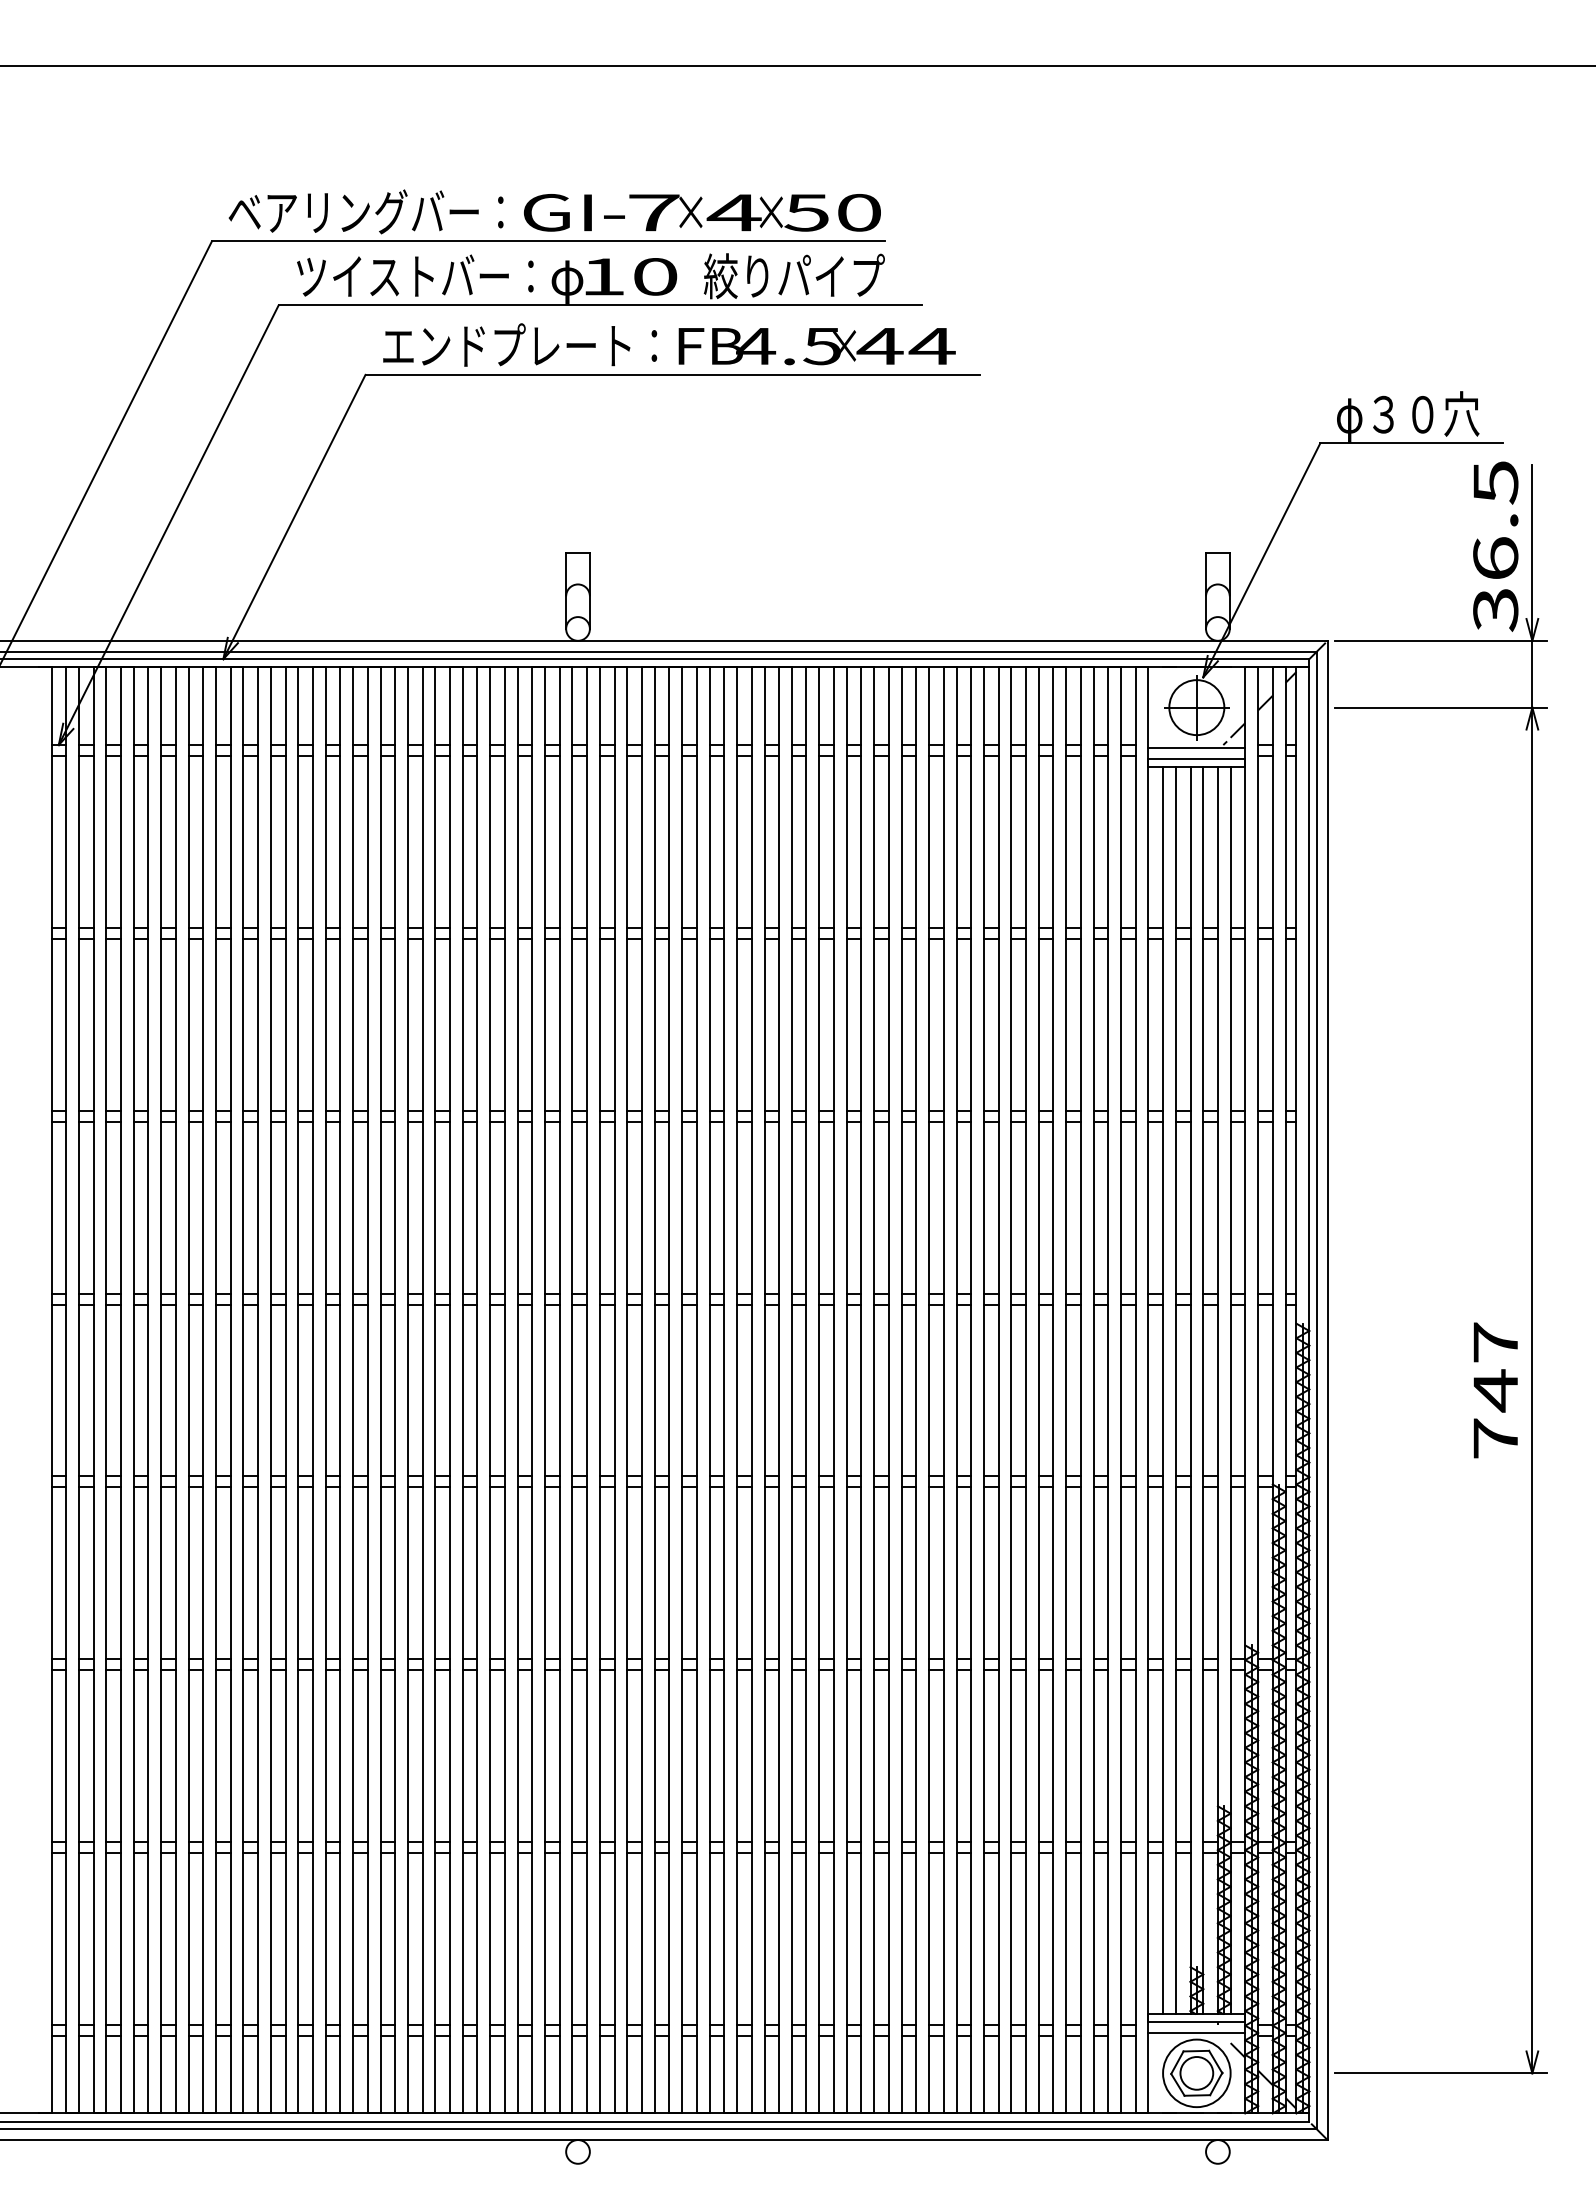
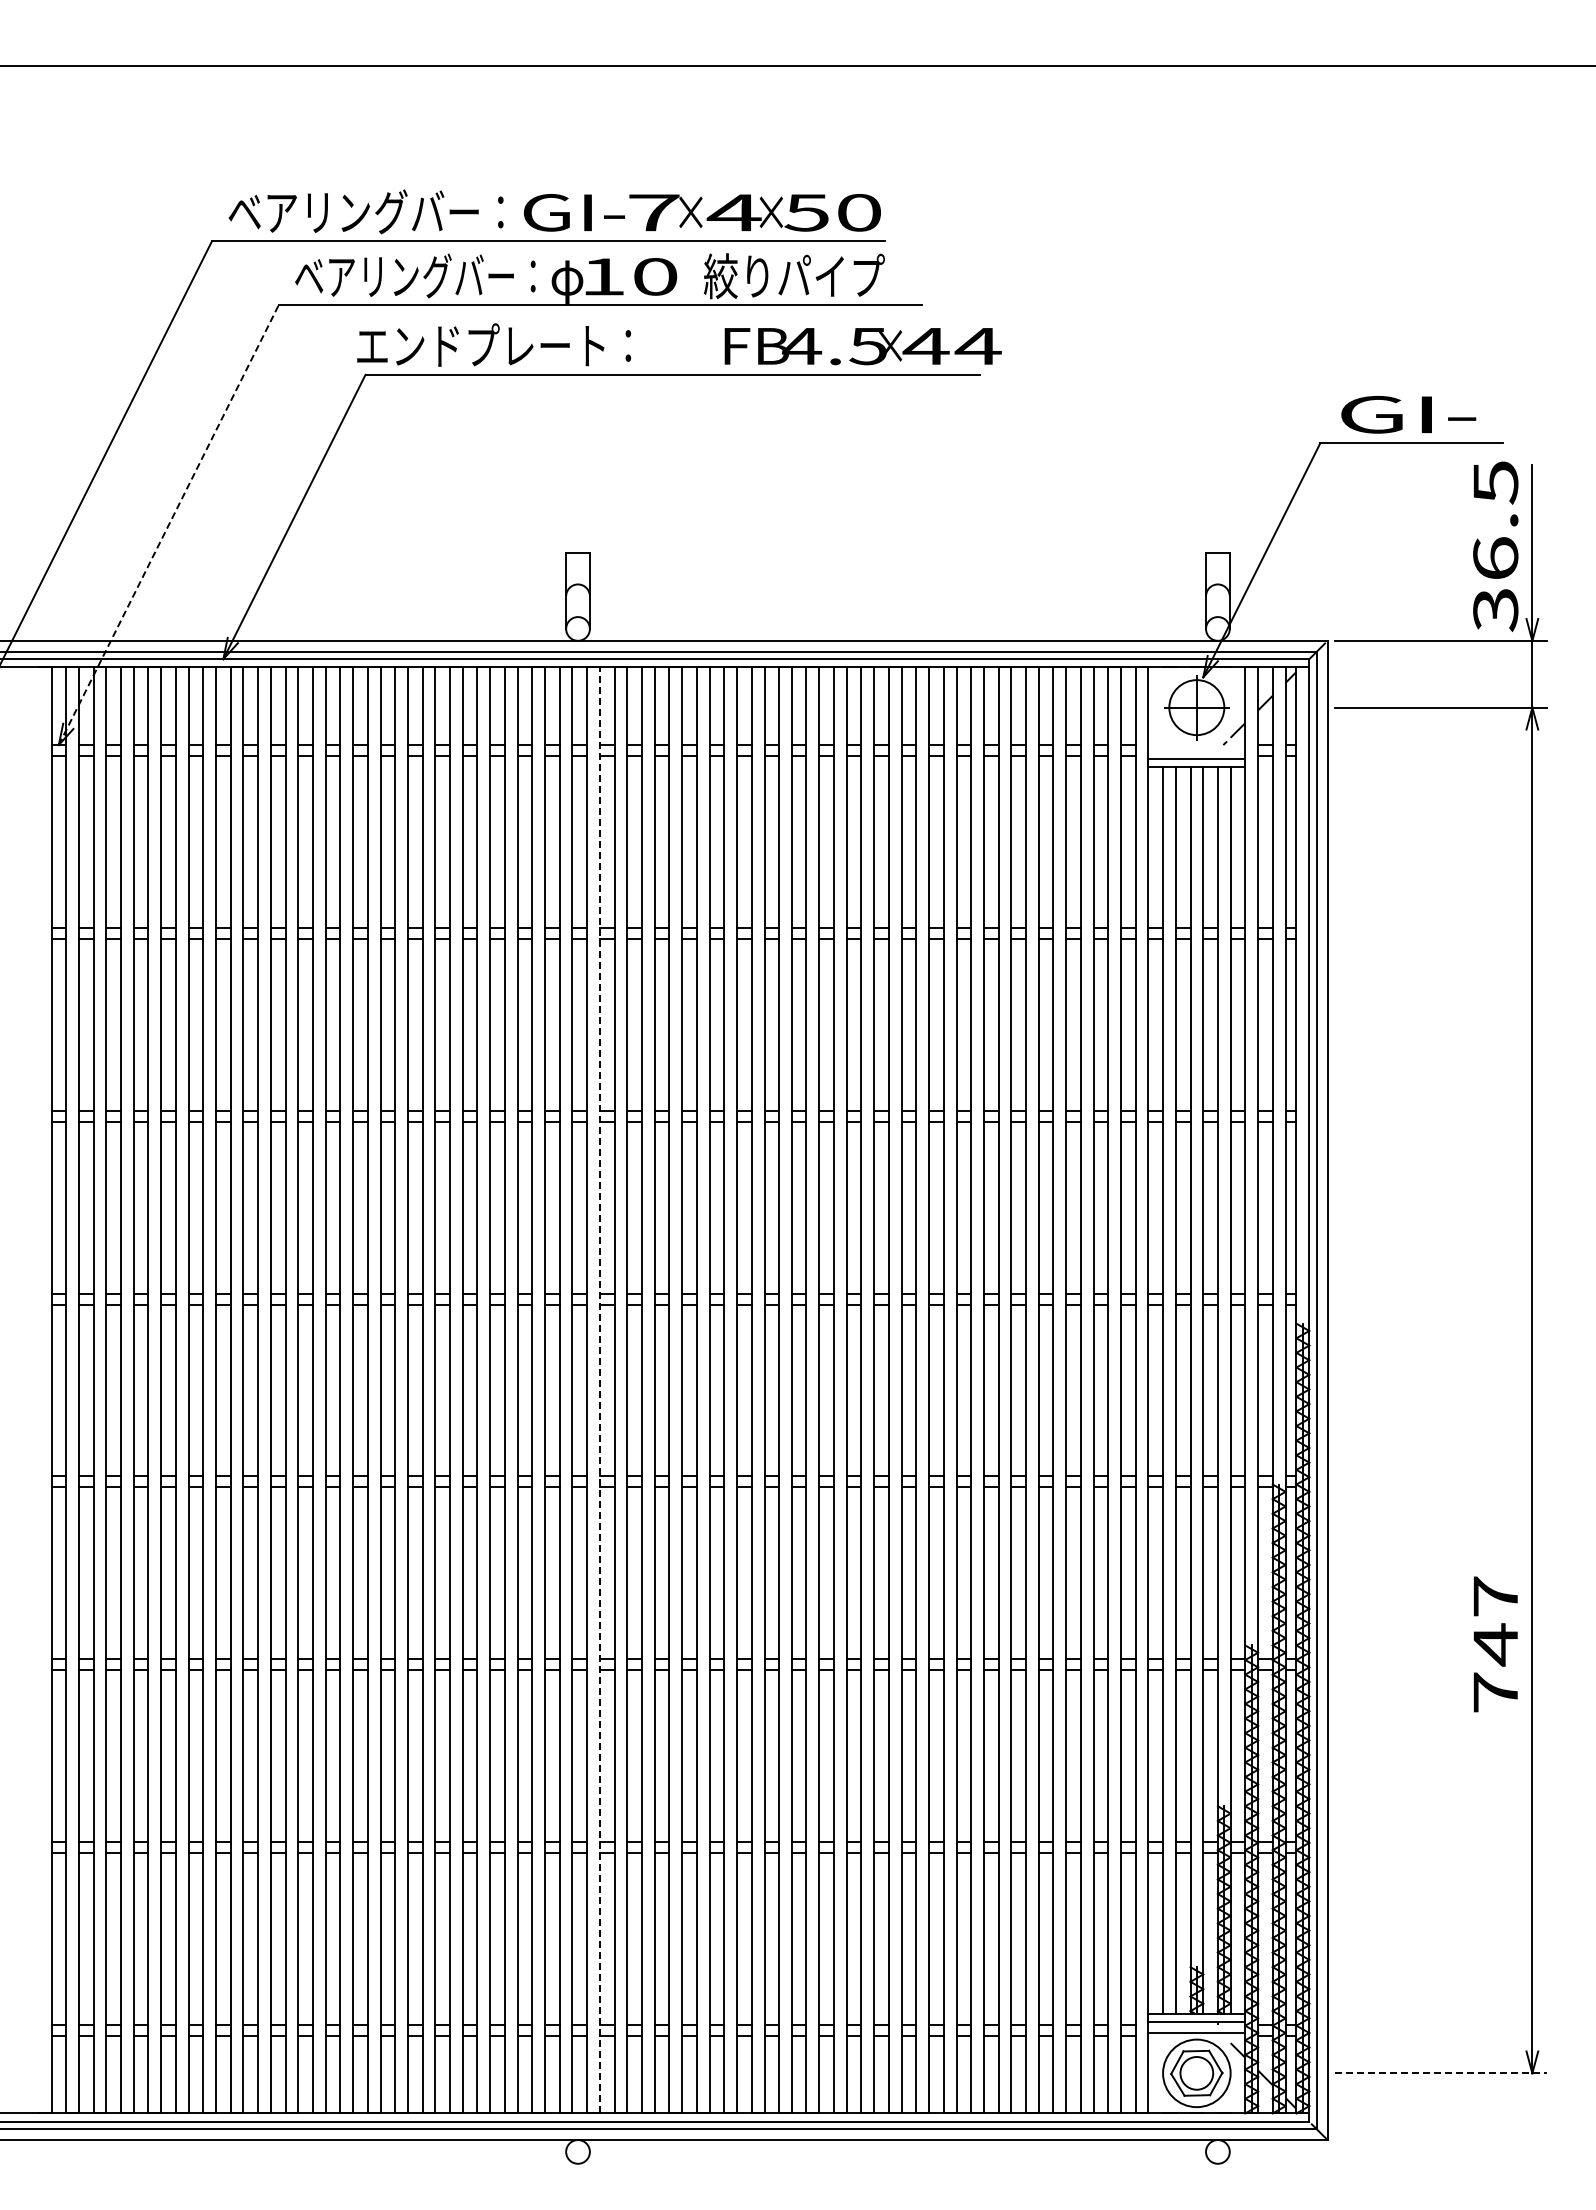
text at (415, 275): ツイストバー： -> ベアリングバー：
text at (520, 344) position: (520, 344) -> (494, 344)
text at (816, 346) position: (816, 346) -> (862, 346)
text at (1408, 416): φ３０穴 -> GI-
line at (168, 525): solid -> dashed
line at (1196, 747): present -> none
line at (599, 1389): solid -> dashed
text at (1495, 1390) position: (1495, 1390) -> (1495, 1644)
line at (1441, 2073): solid -> dashed
